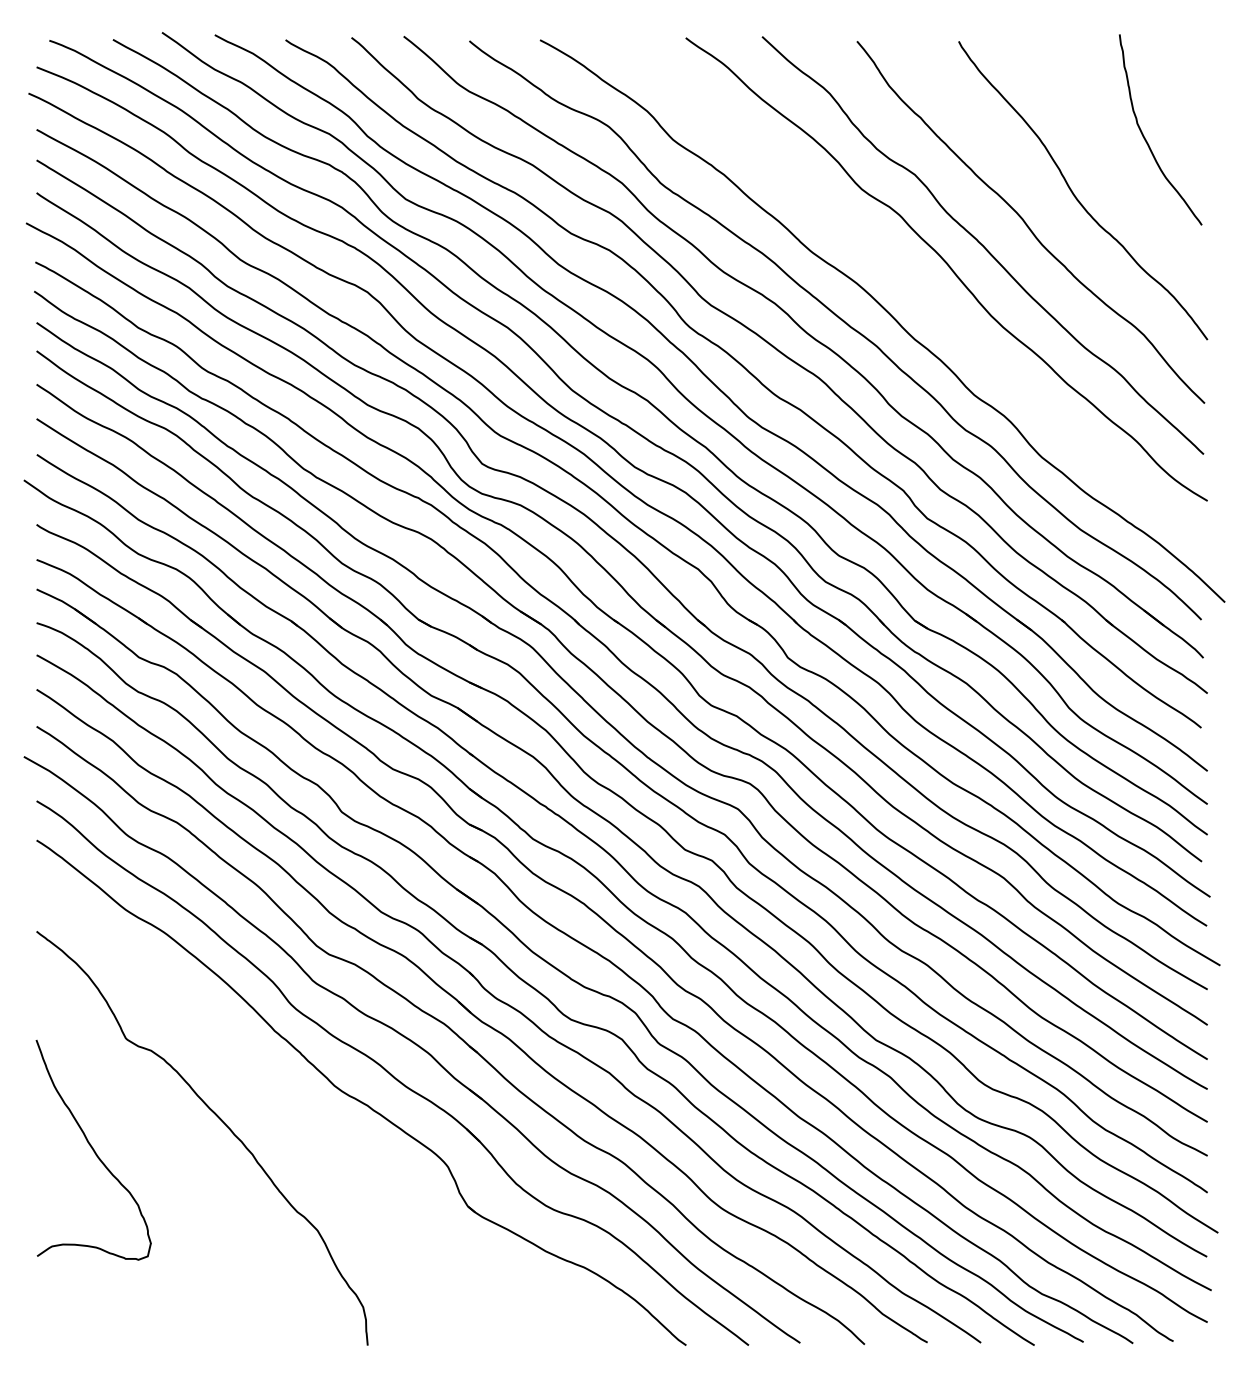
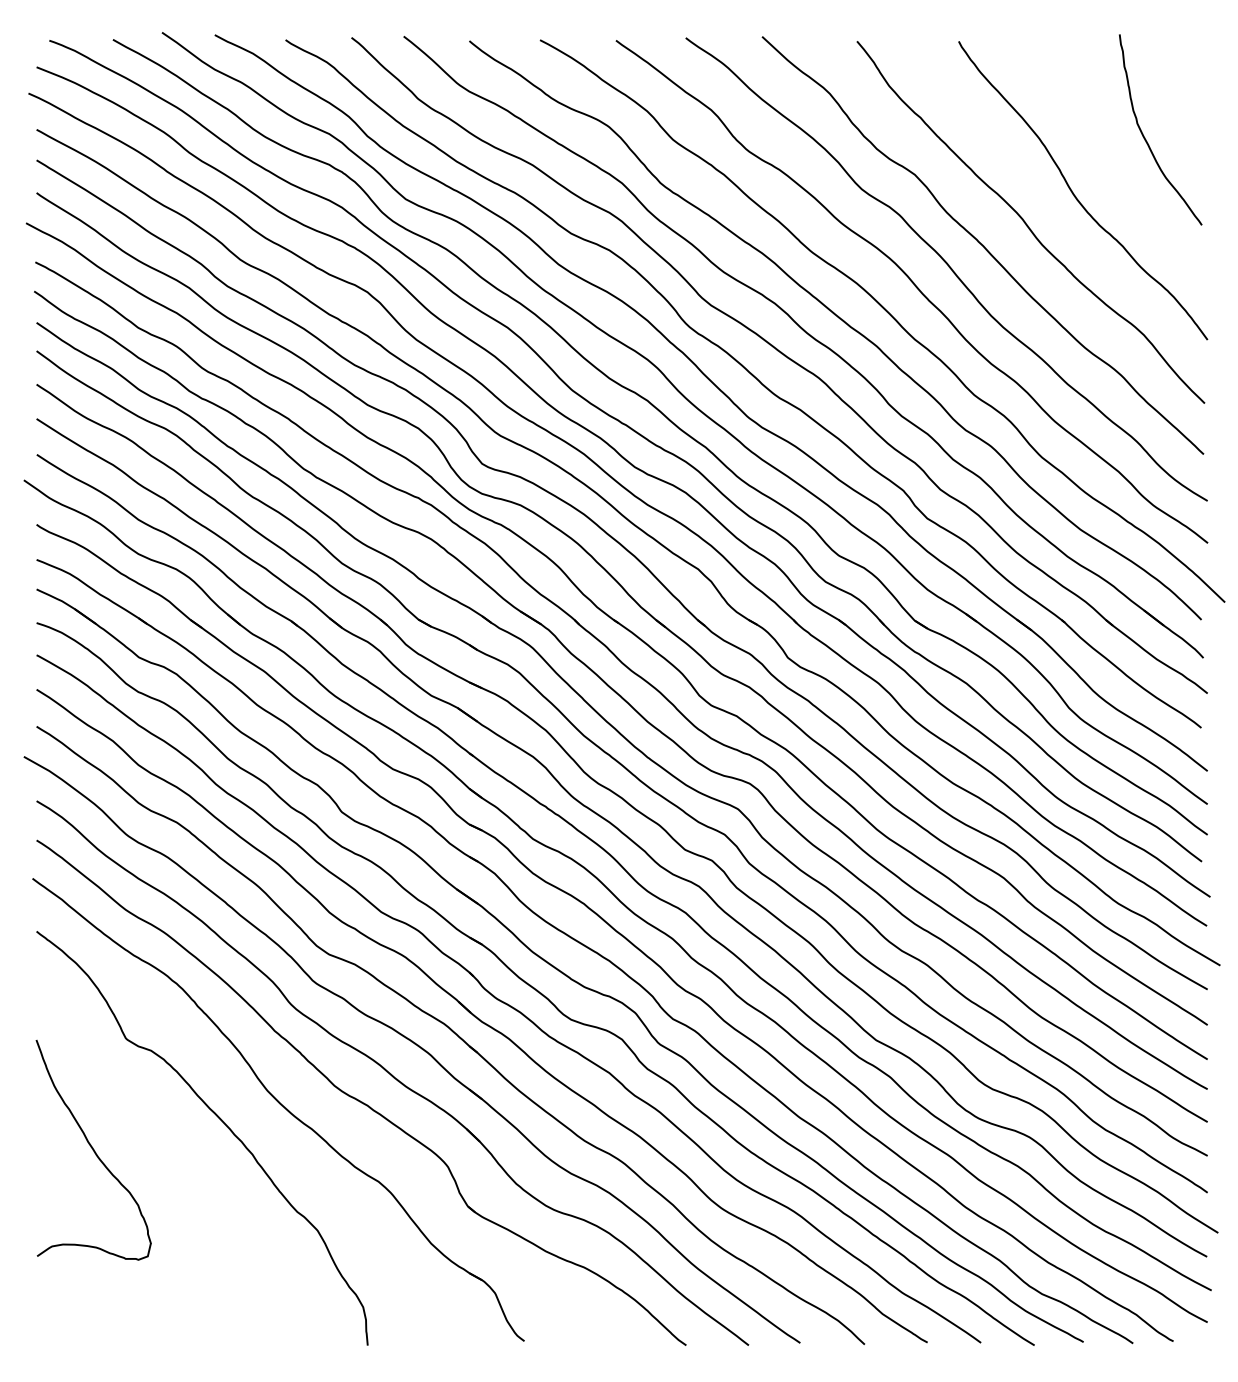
curve at (915, 287): none -> present
part at (278, 1109): none -> present
